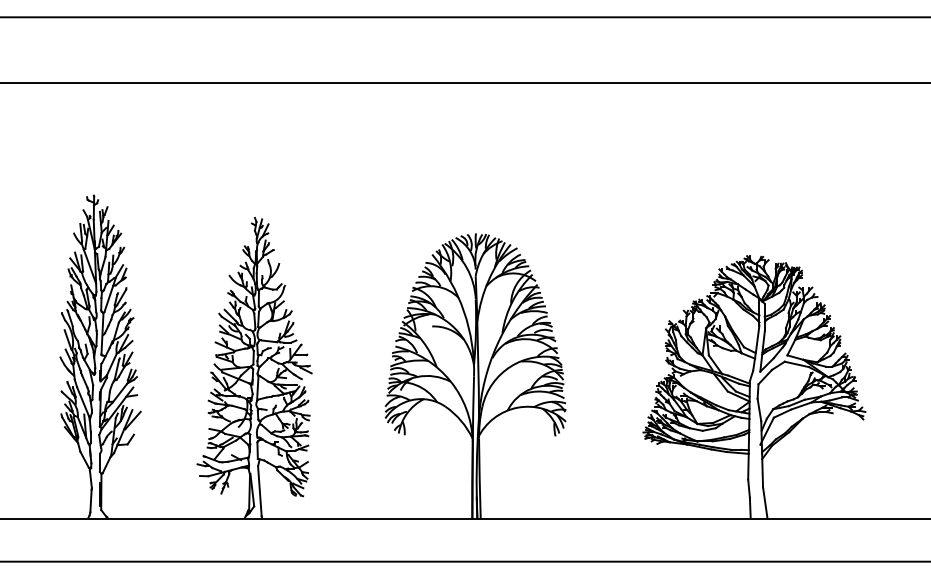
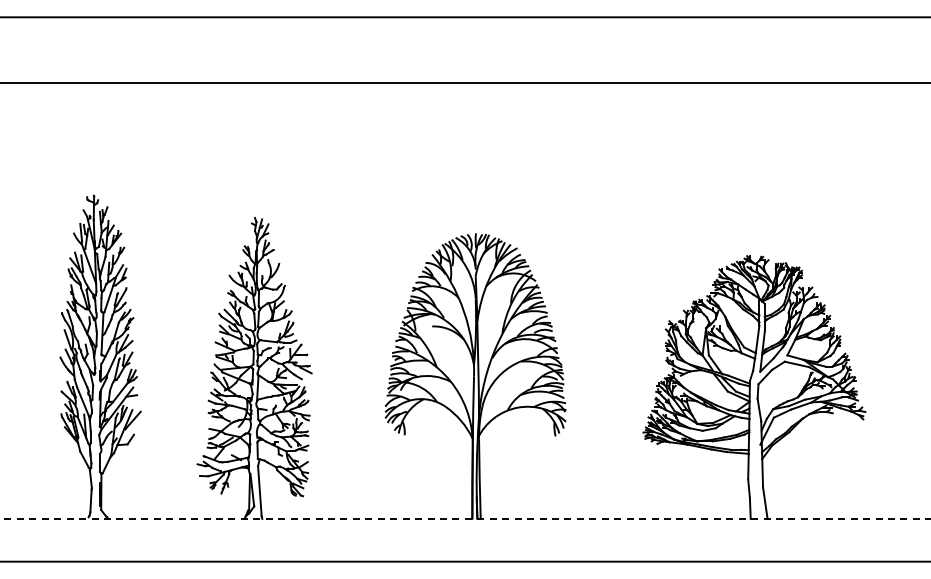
line at (465, 518): solid -> dashed
